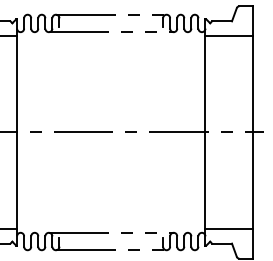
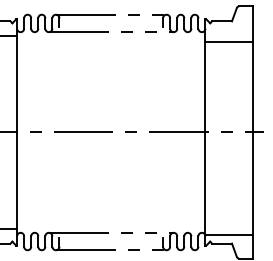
line at (228, 36) position: (228, 36) -> (228, 42)
line at (228, 228) position: (228, 228) -> (228, 234)
